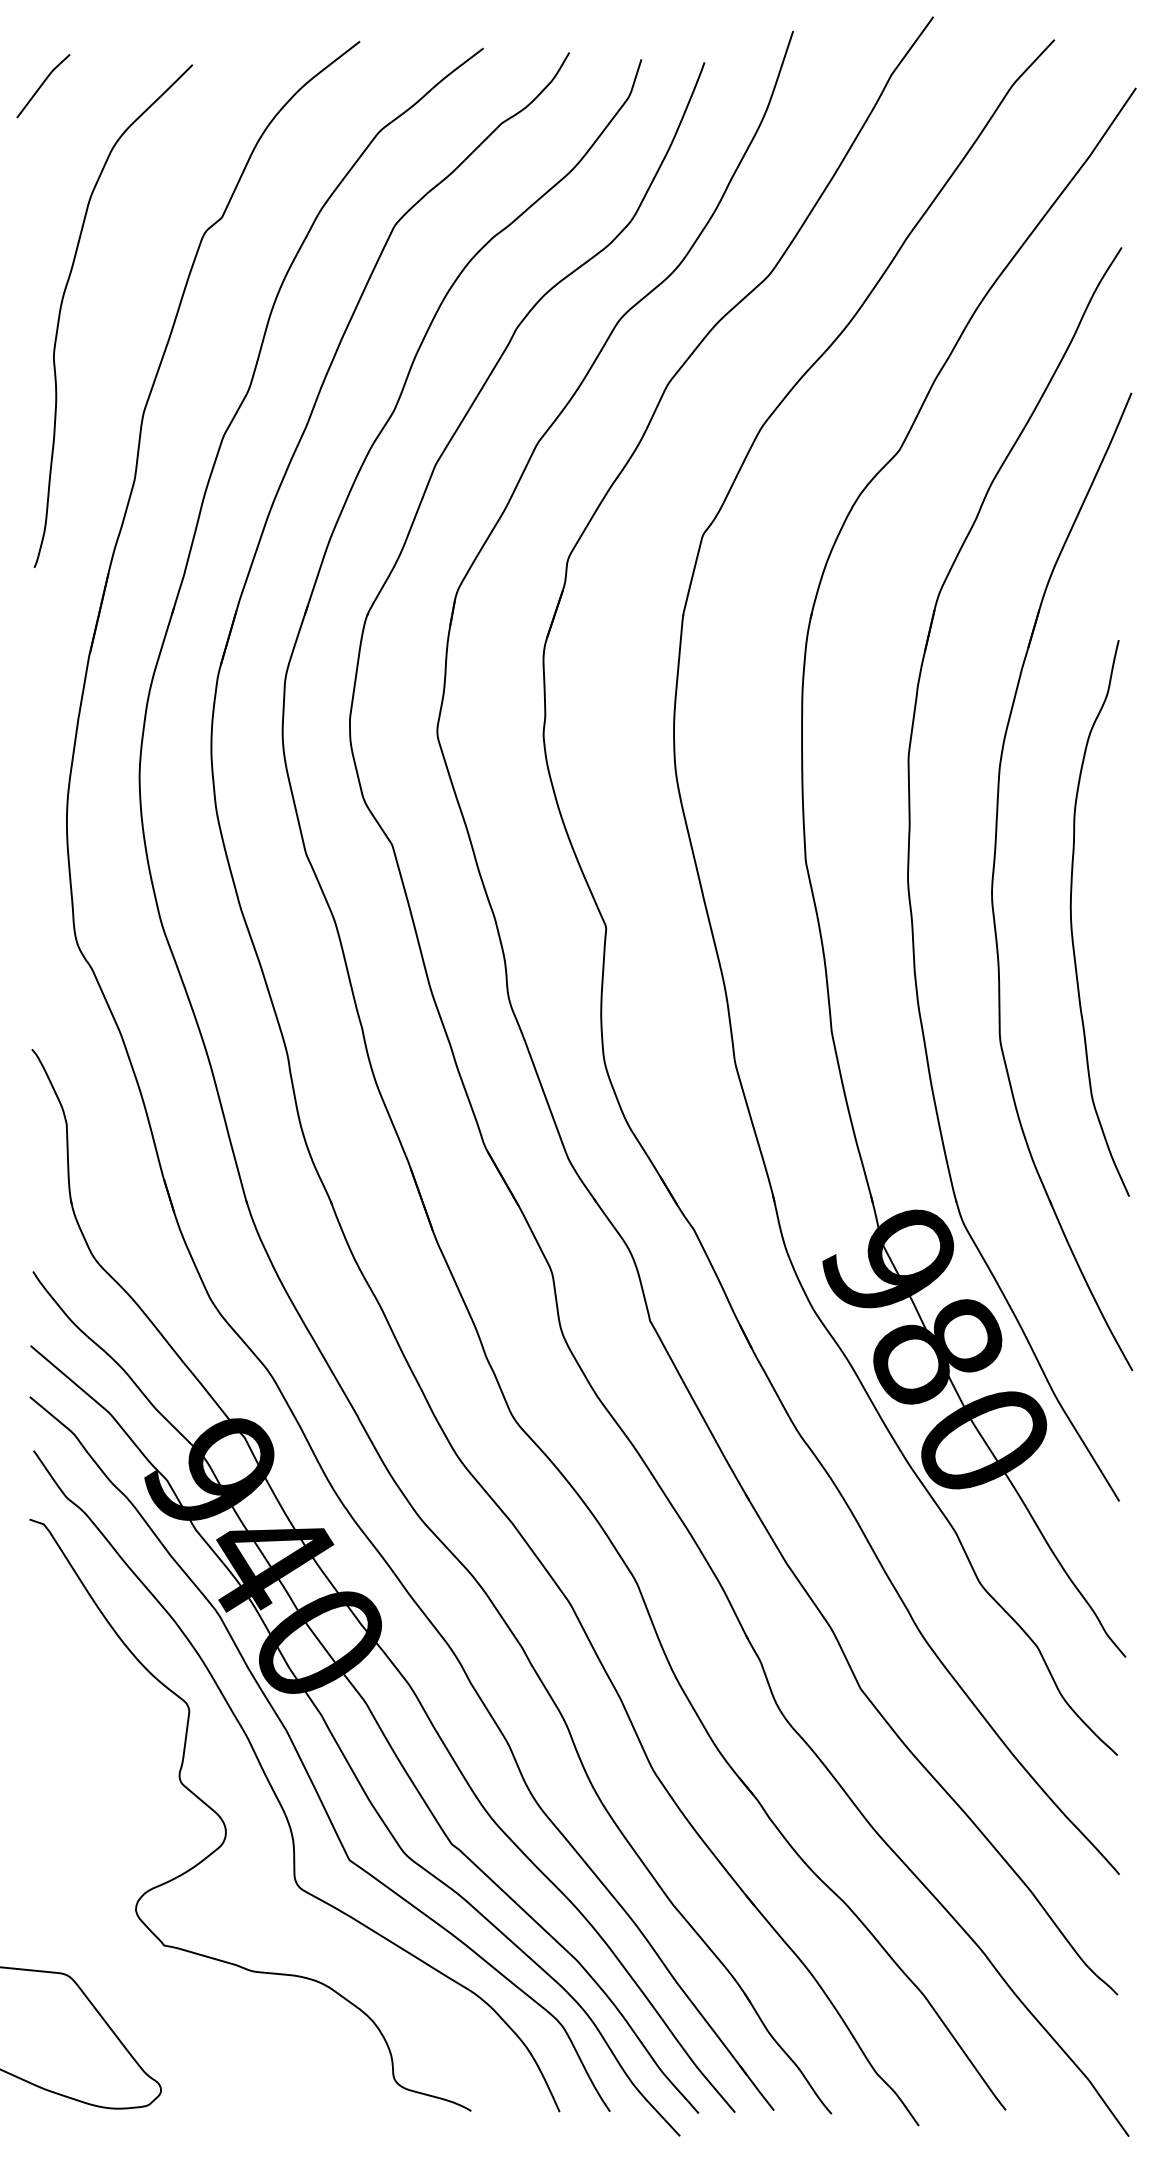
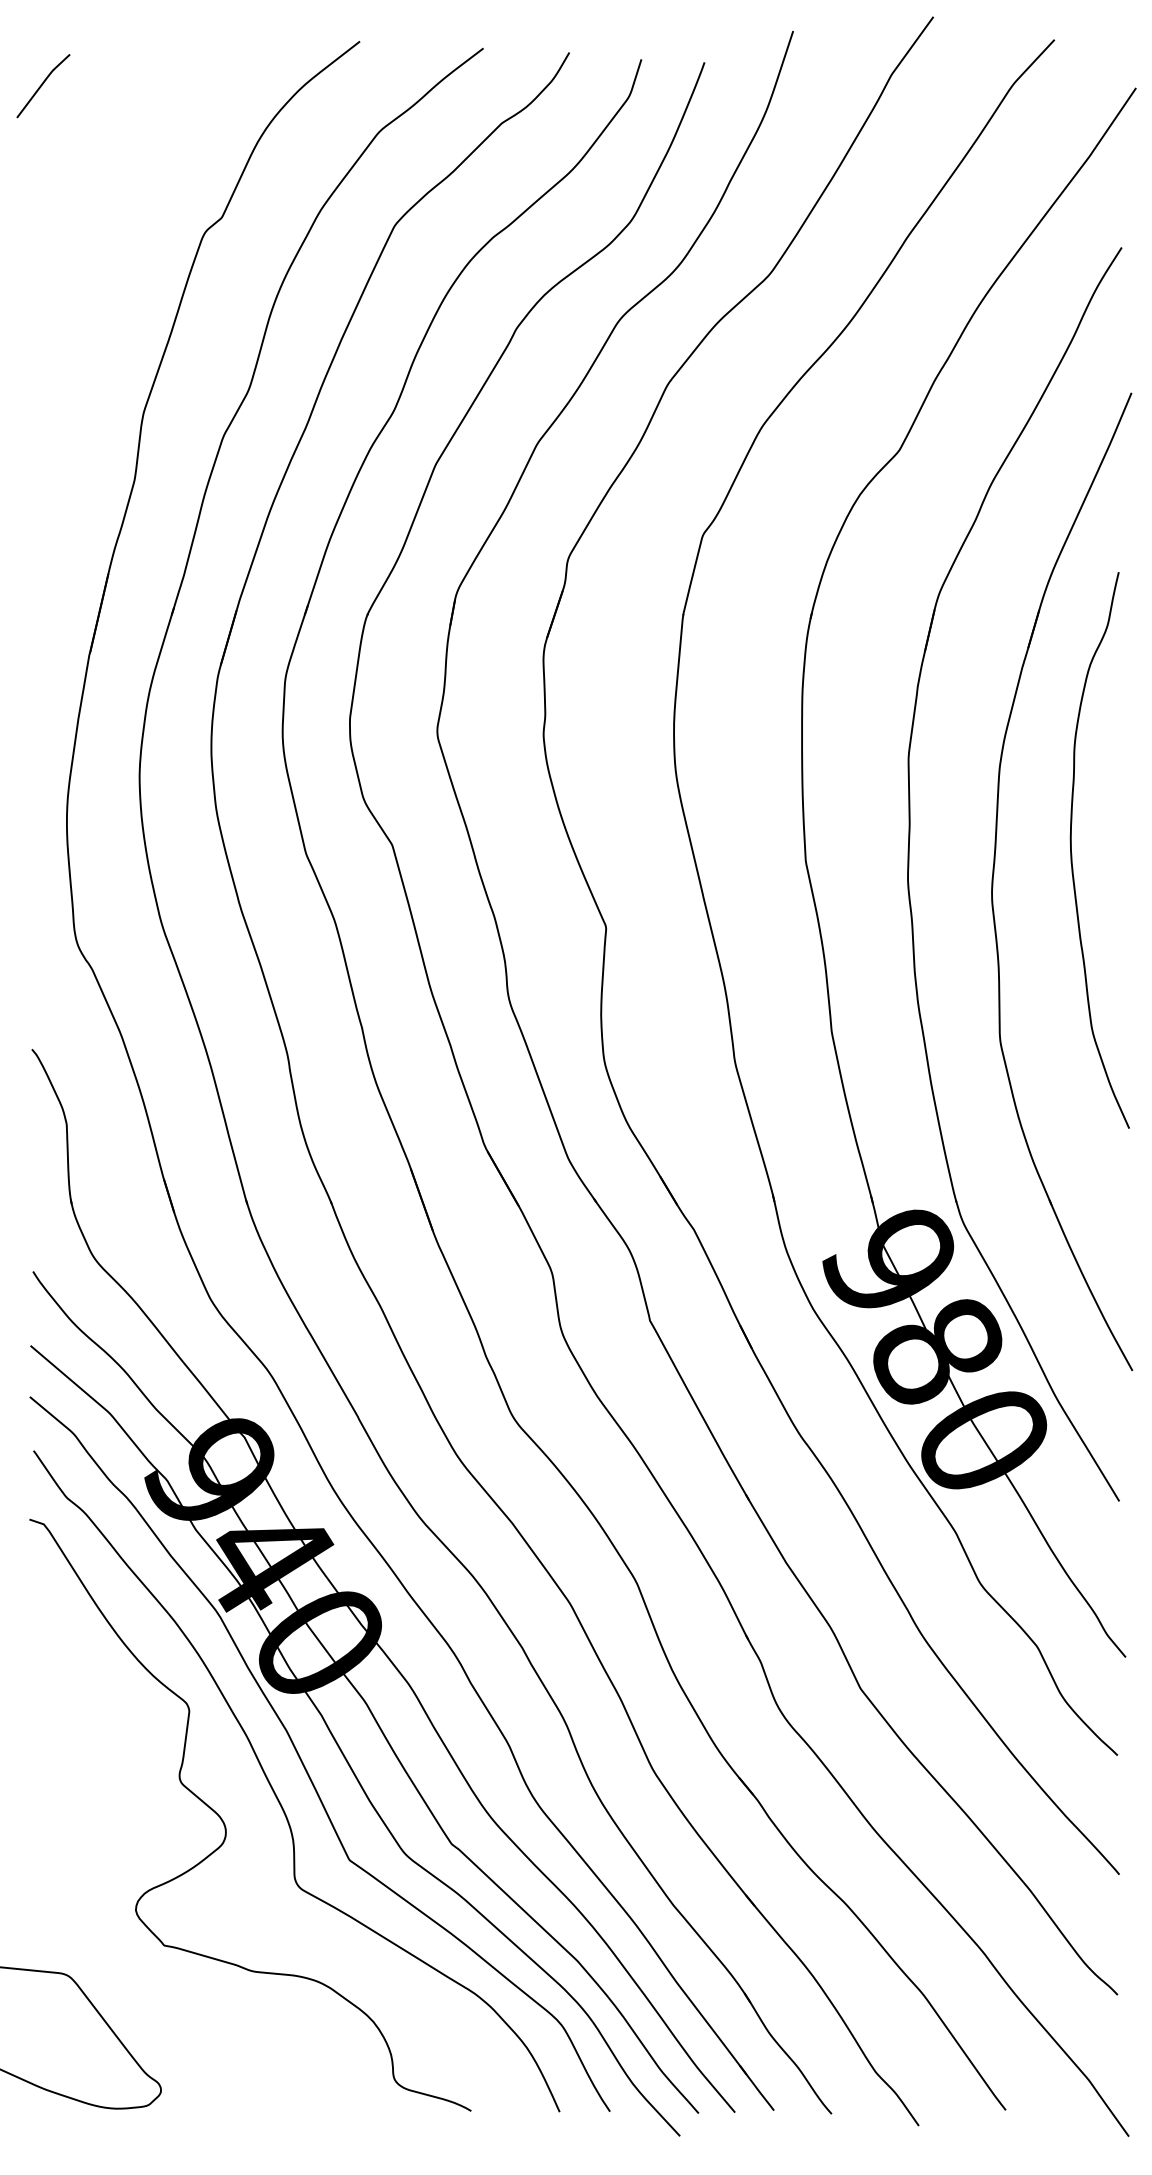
curve at (62, 305): present -> none
curve at (1072, 921) position: (1072, 921) -> (1072, 853)
